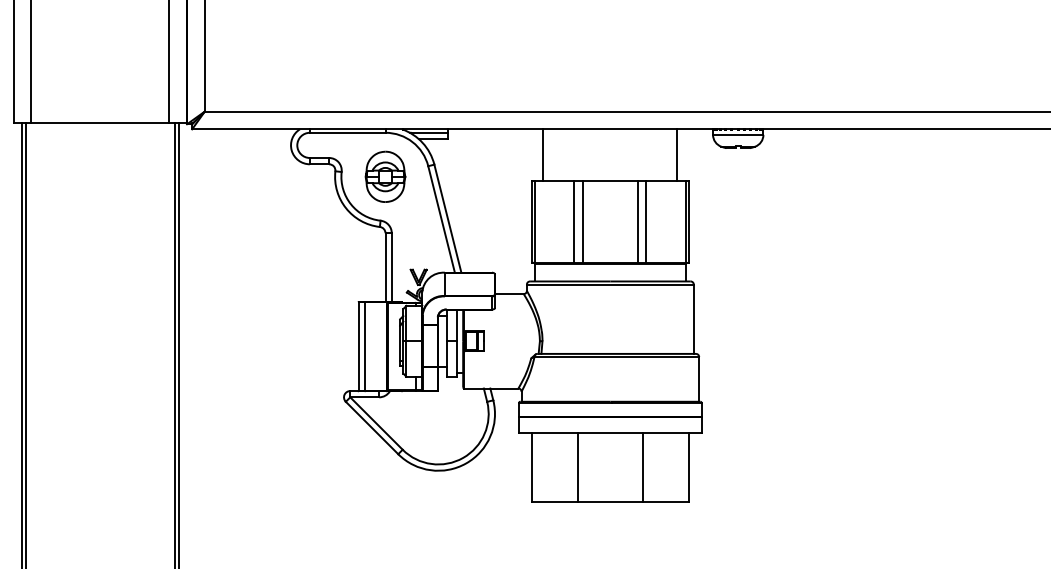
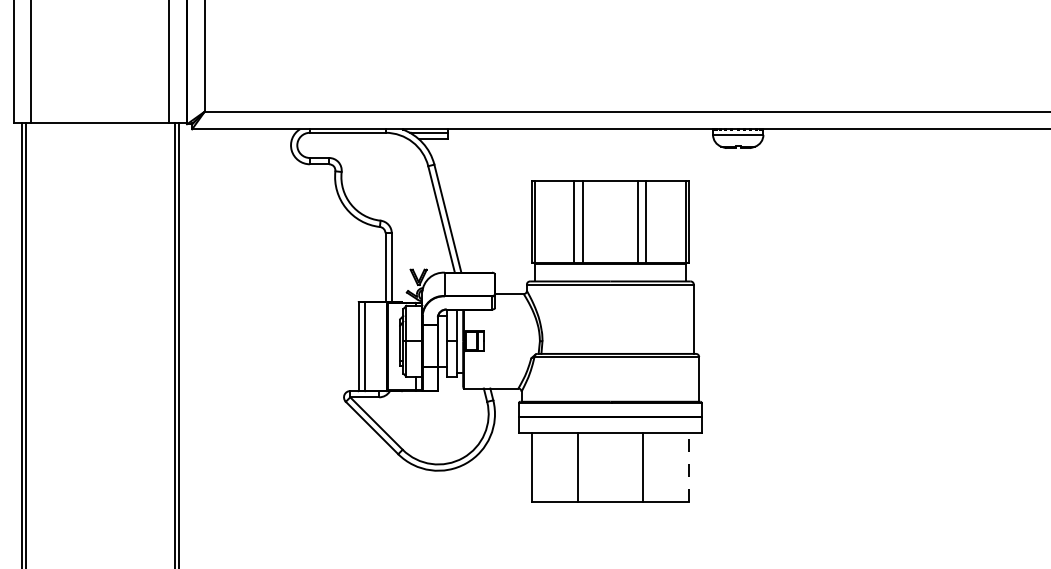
line at (543, 154): present -> none
line at (677, 154): present -> none
part at (385, 176): present -> none
line at (689, 467): solid -> dashed
